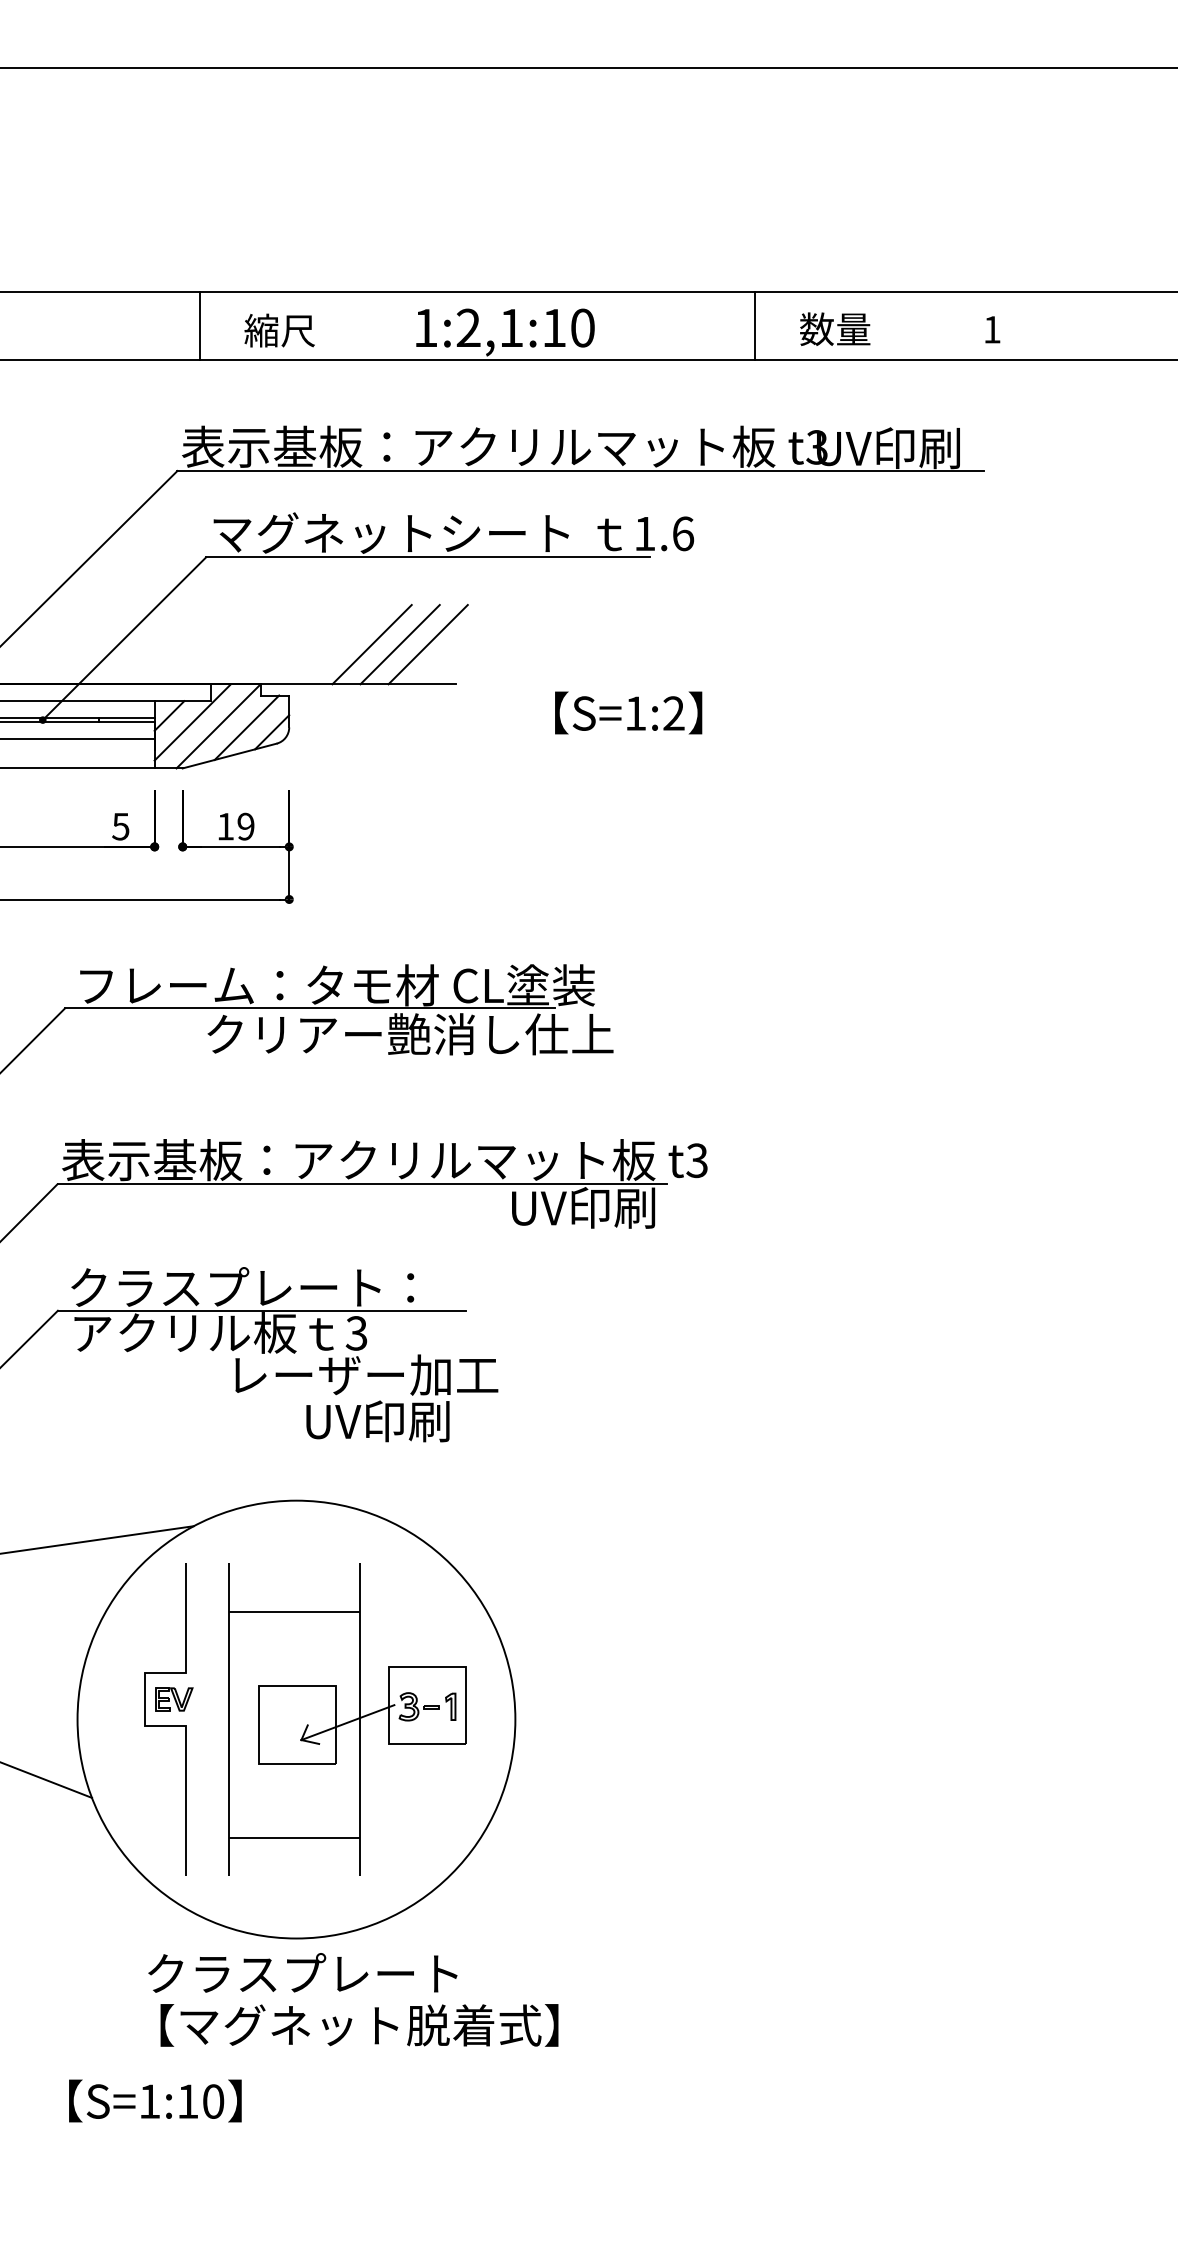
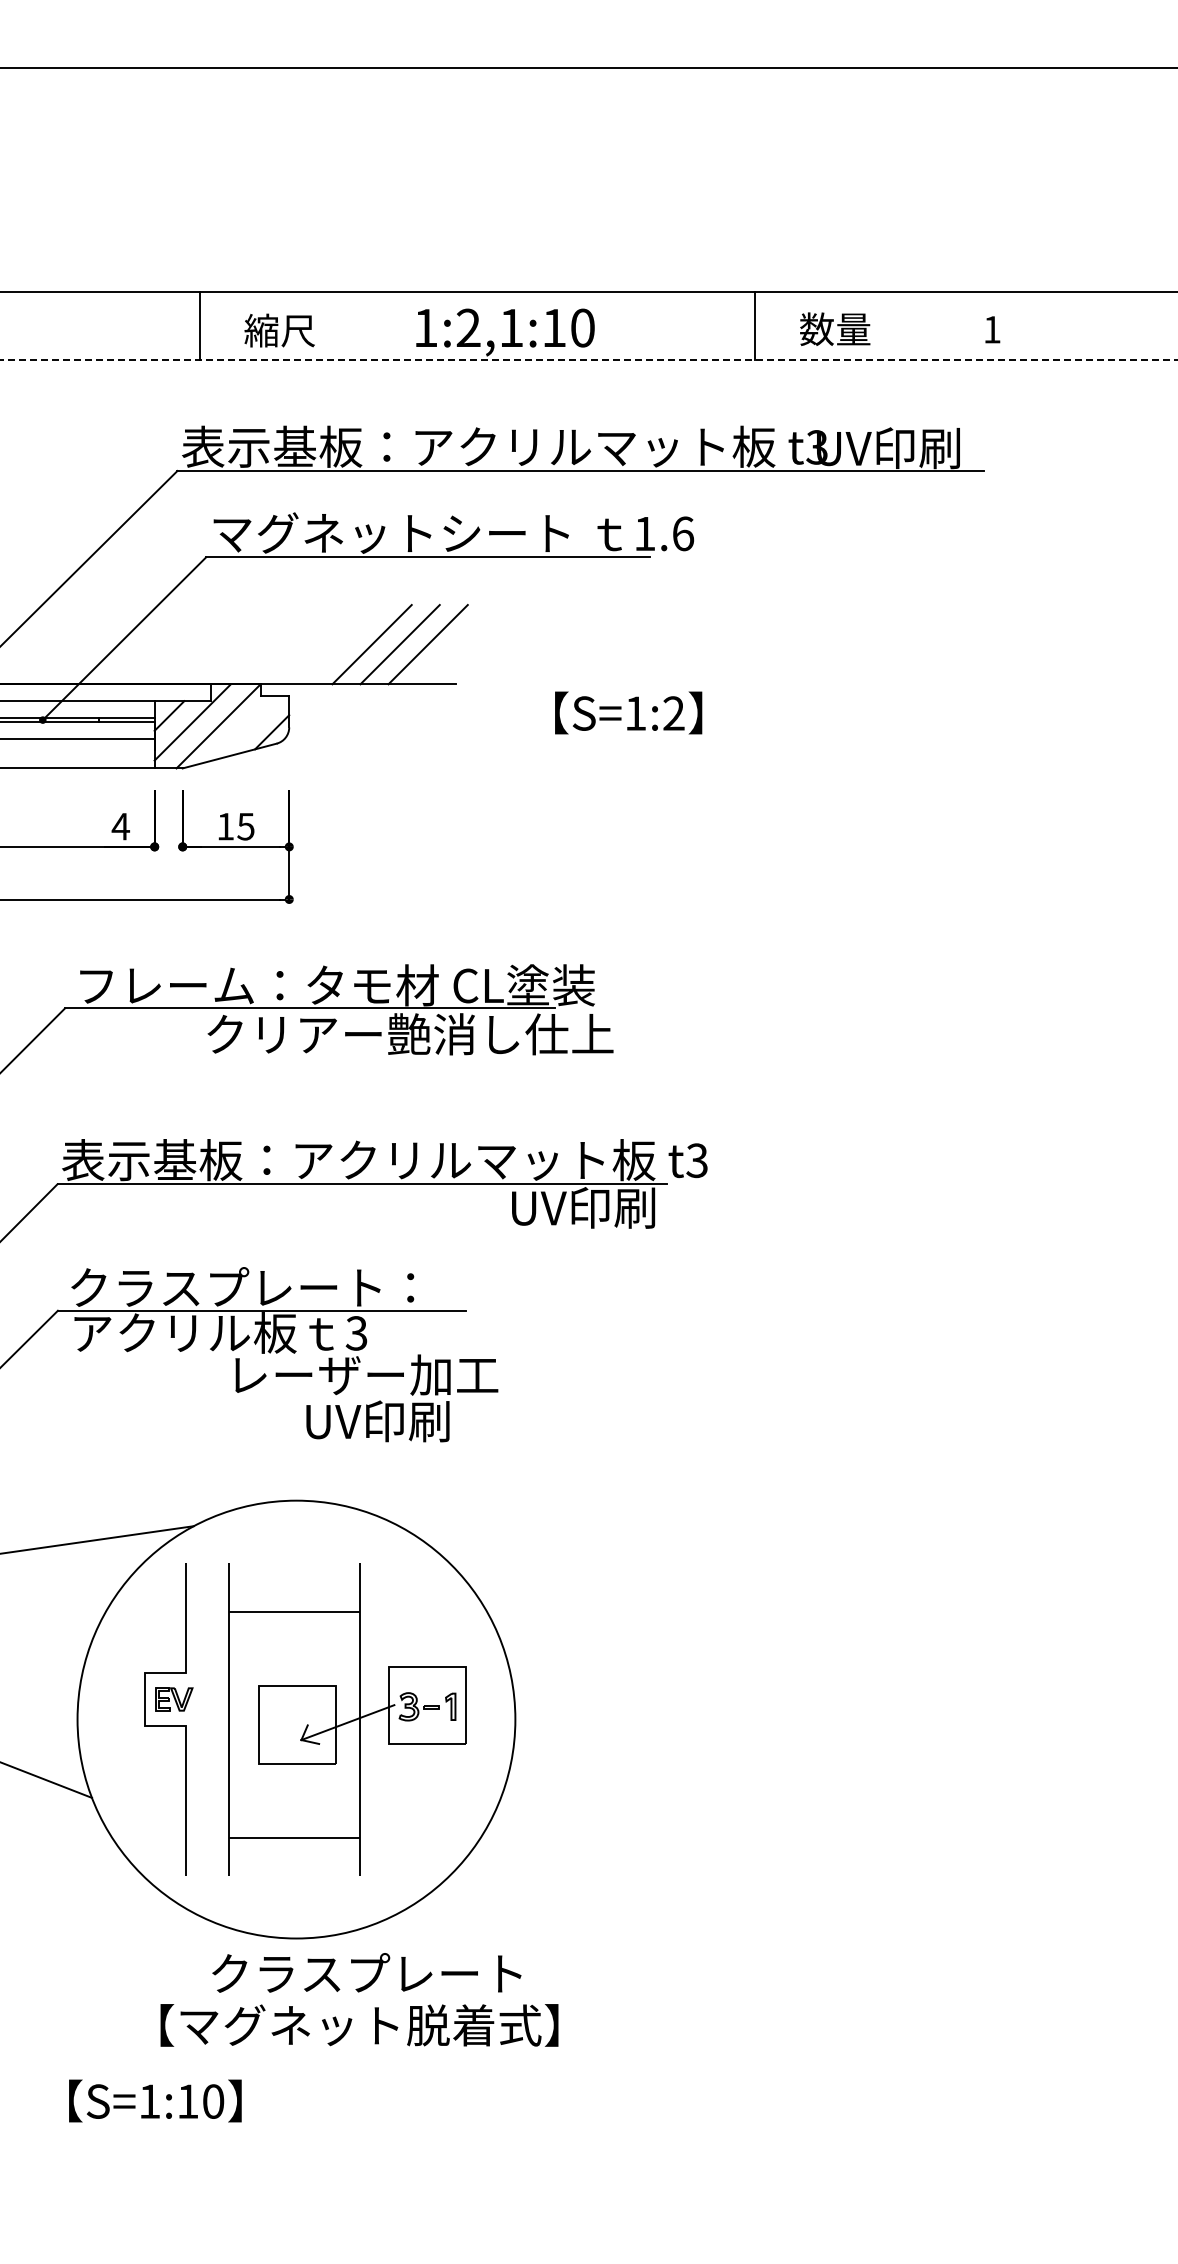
line at (589, 359): solid -> dashed
line at (246, 727): present -> none
text at (120, 826): 5 -> 4
text at (245, 826): 19 -> 15
text at (302, 1972) position: (302, 1972) -> (366, 1972)
